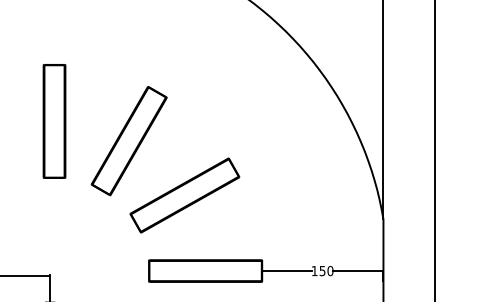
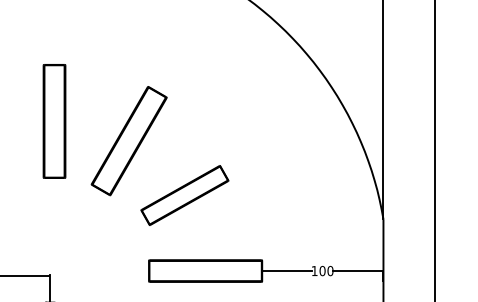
part at (184, 195) size: 112x77 px -> 90x61 px
text at (322, 270): 150 -> 100
